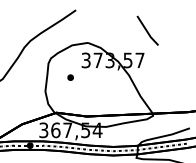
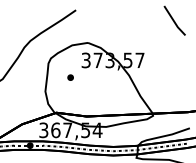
line at (147, 30) position: (147, 30) -> (174, 20)
